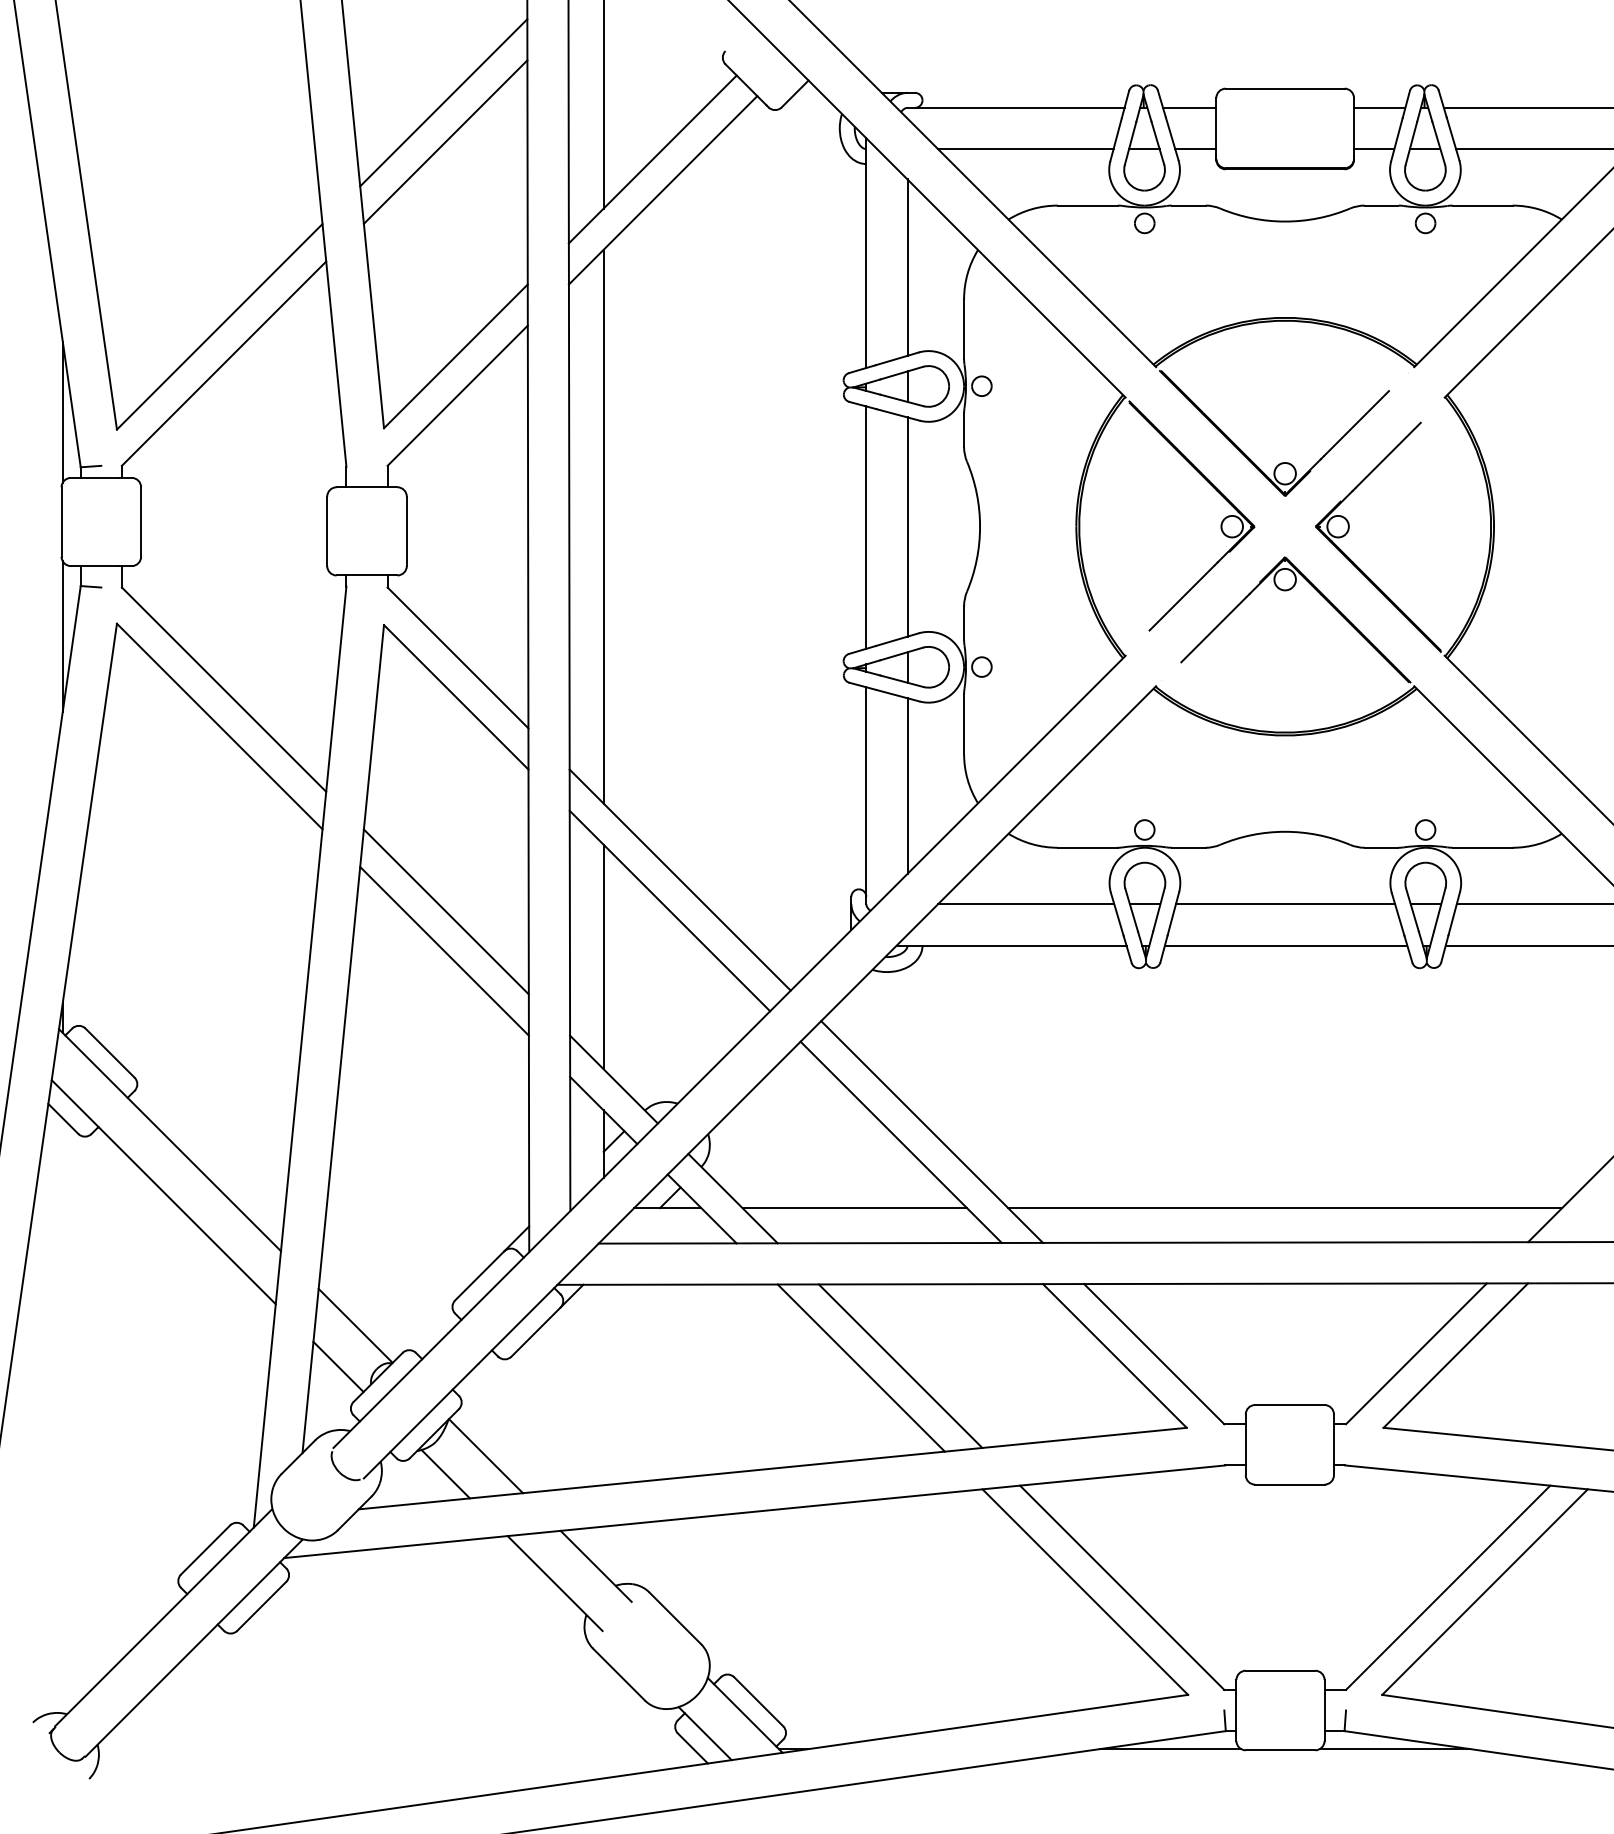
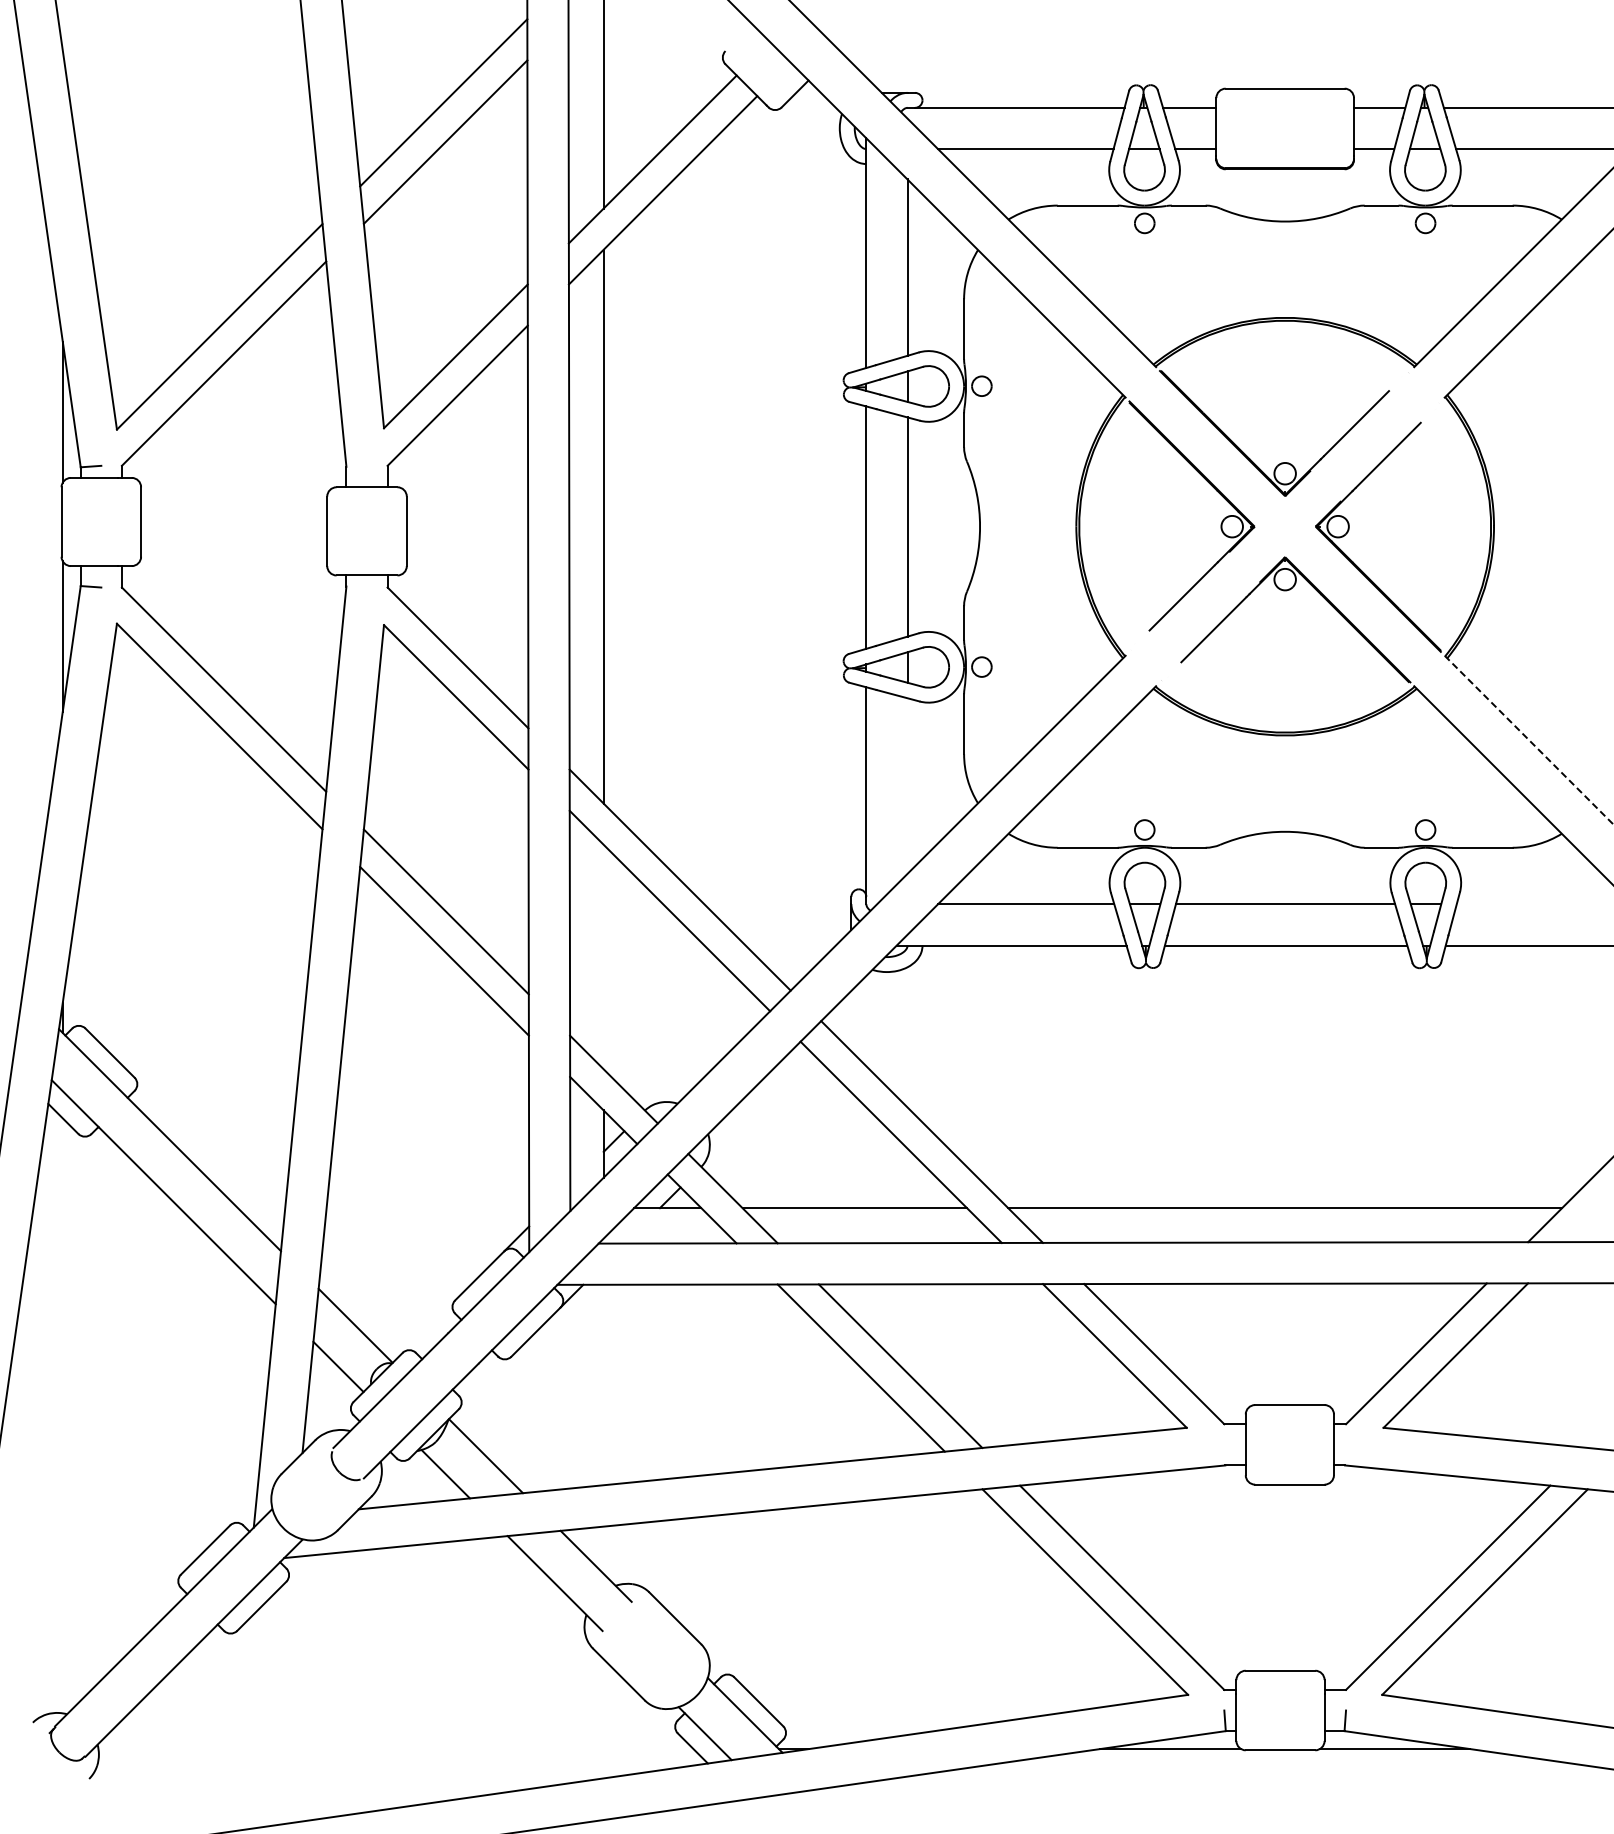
line at (1529, 740): solid -> dashed
line at (907, 785): present -> none
line at (1533, 904): present -> none
line at (603, 956): present -> none
